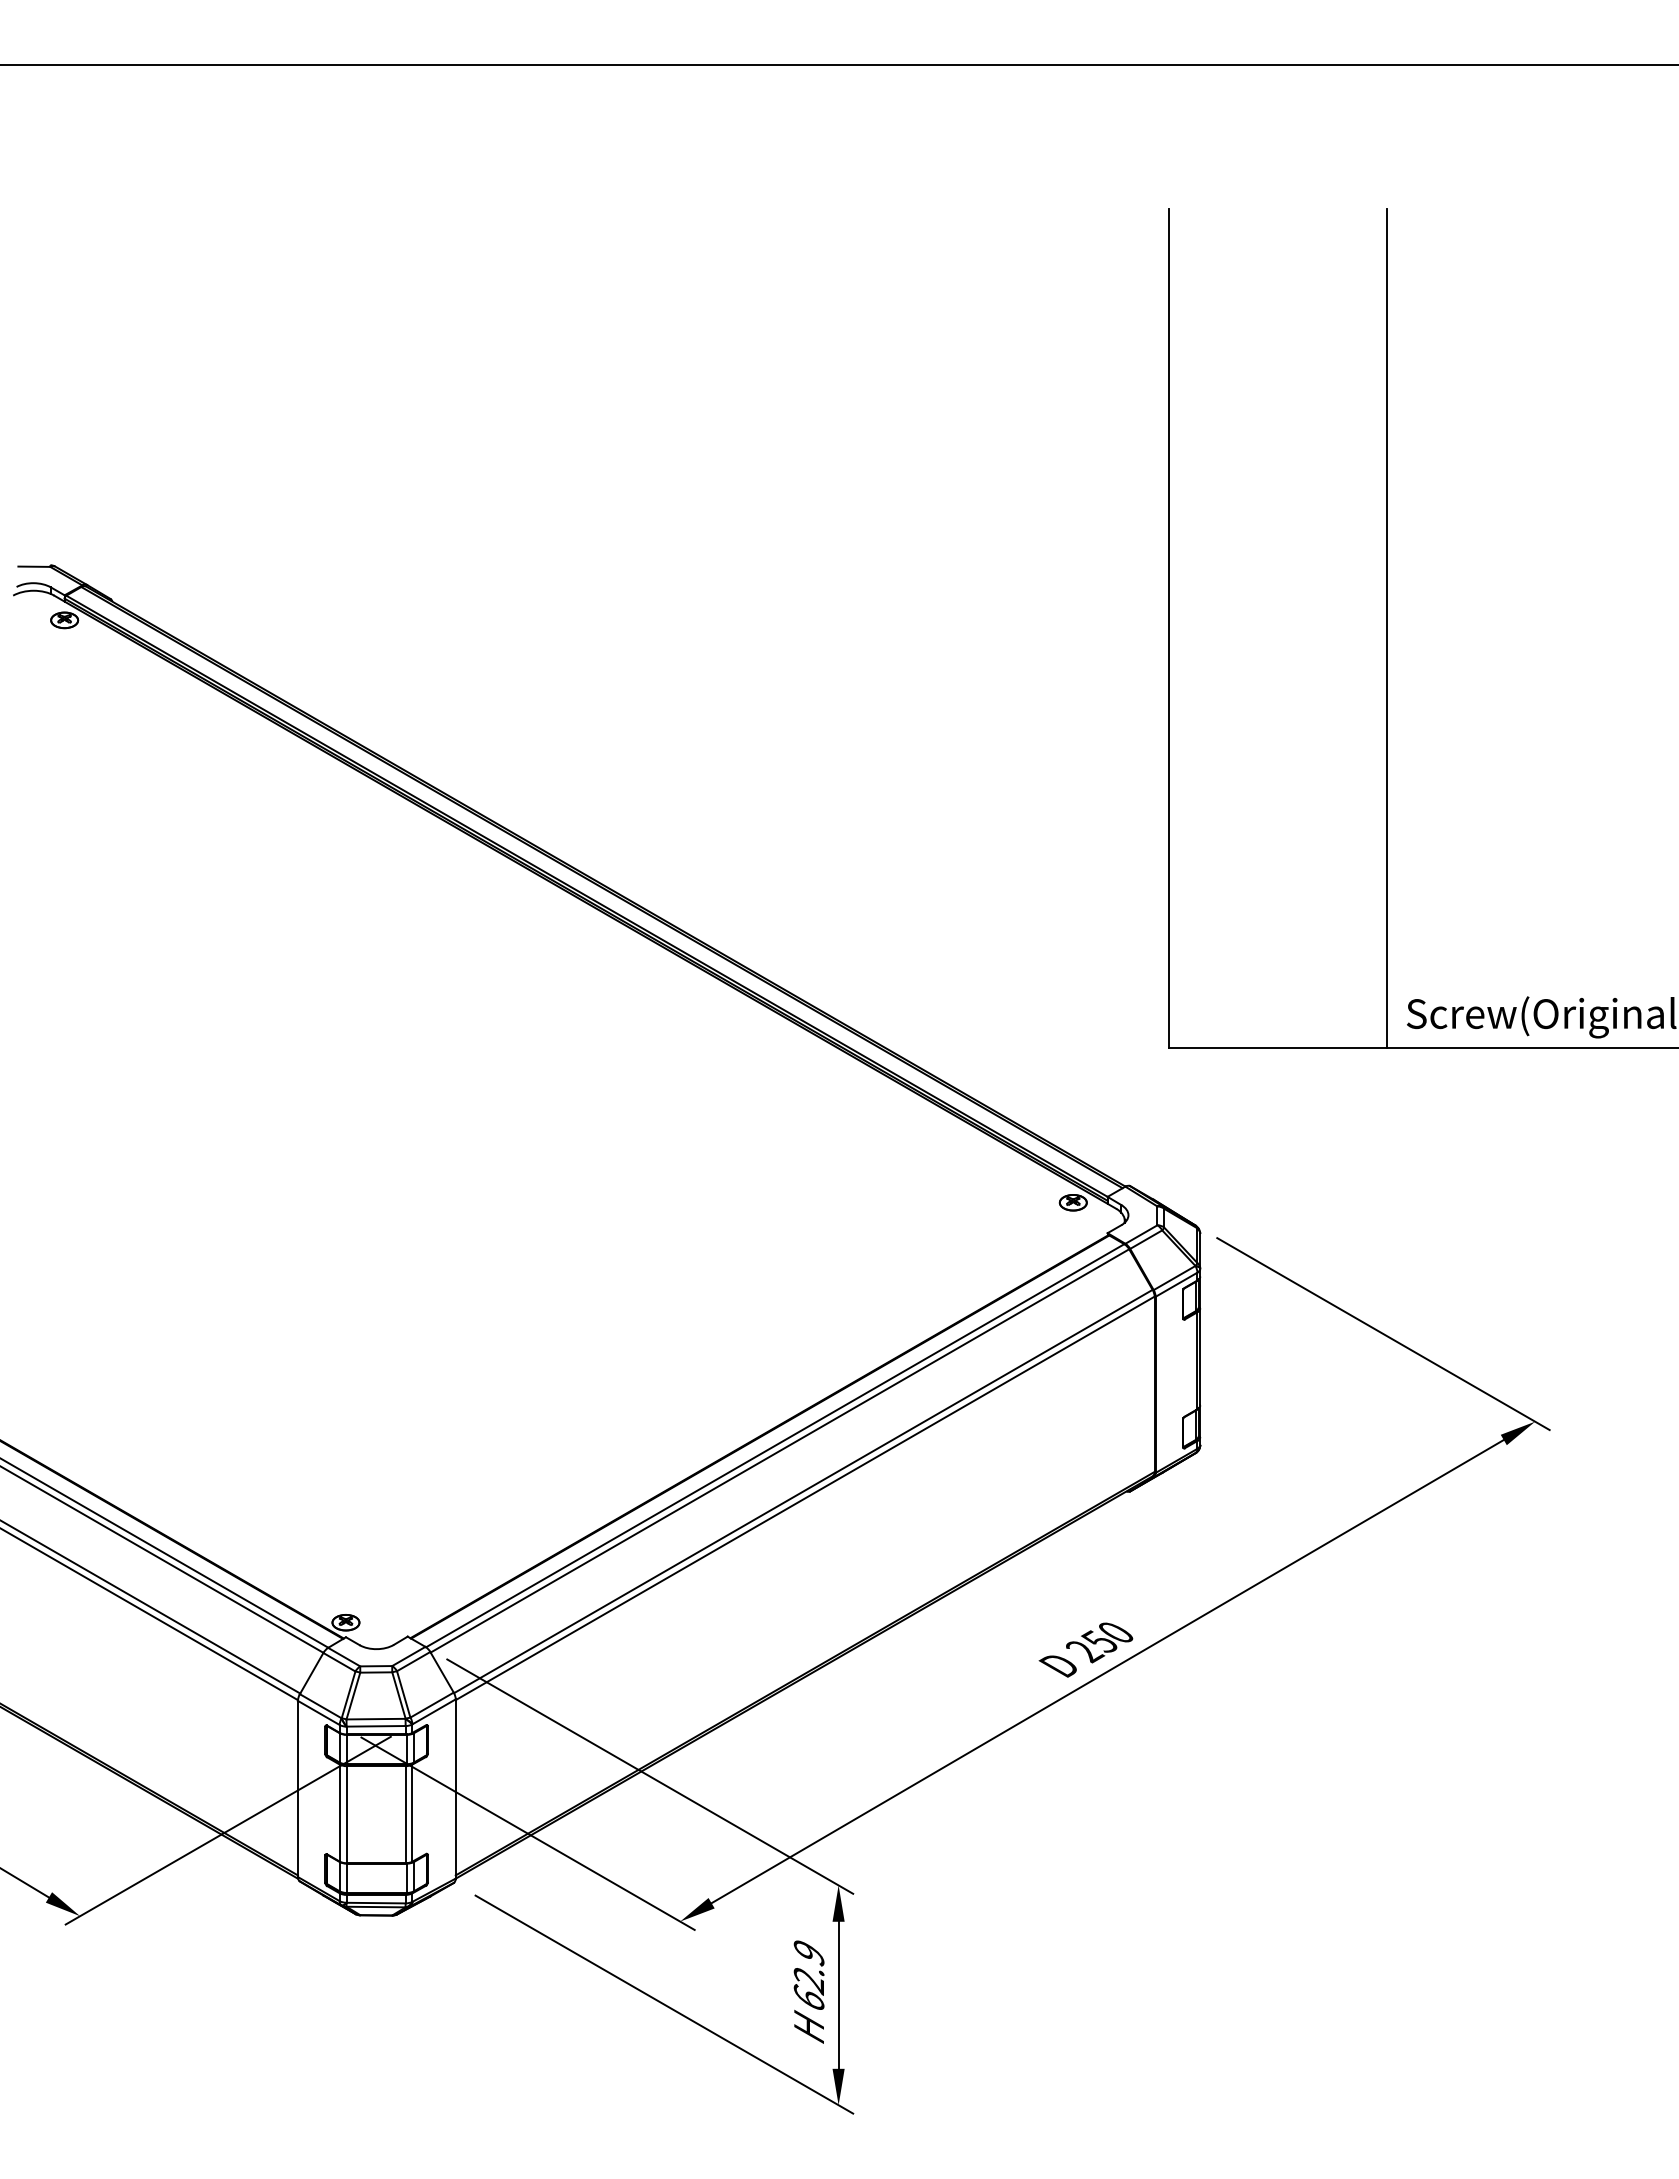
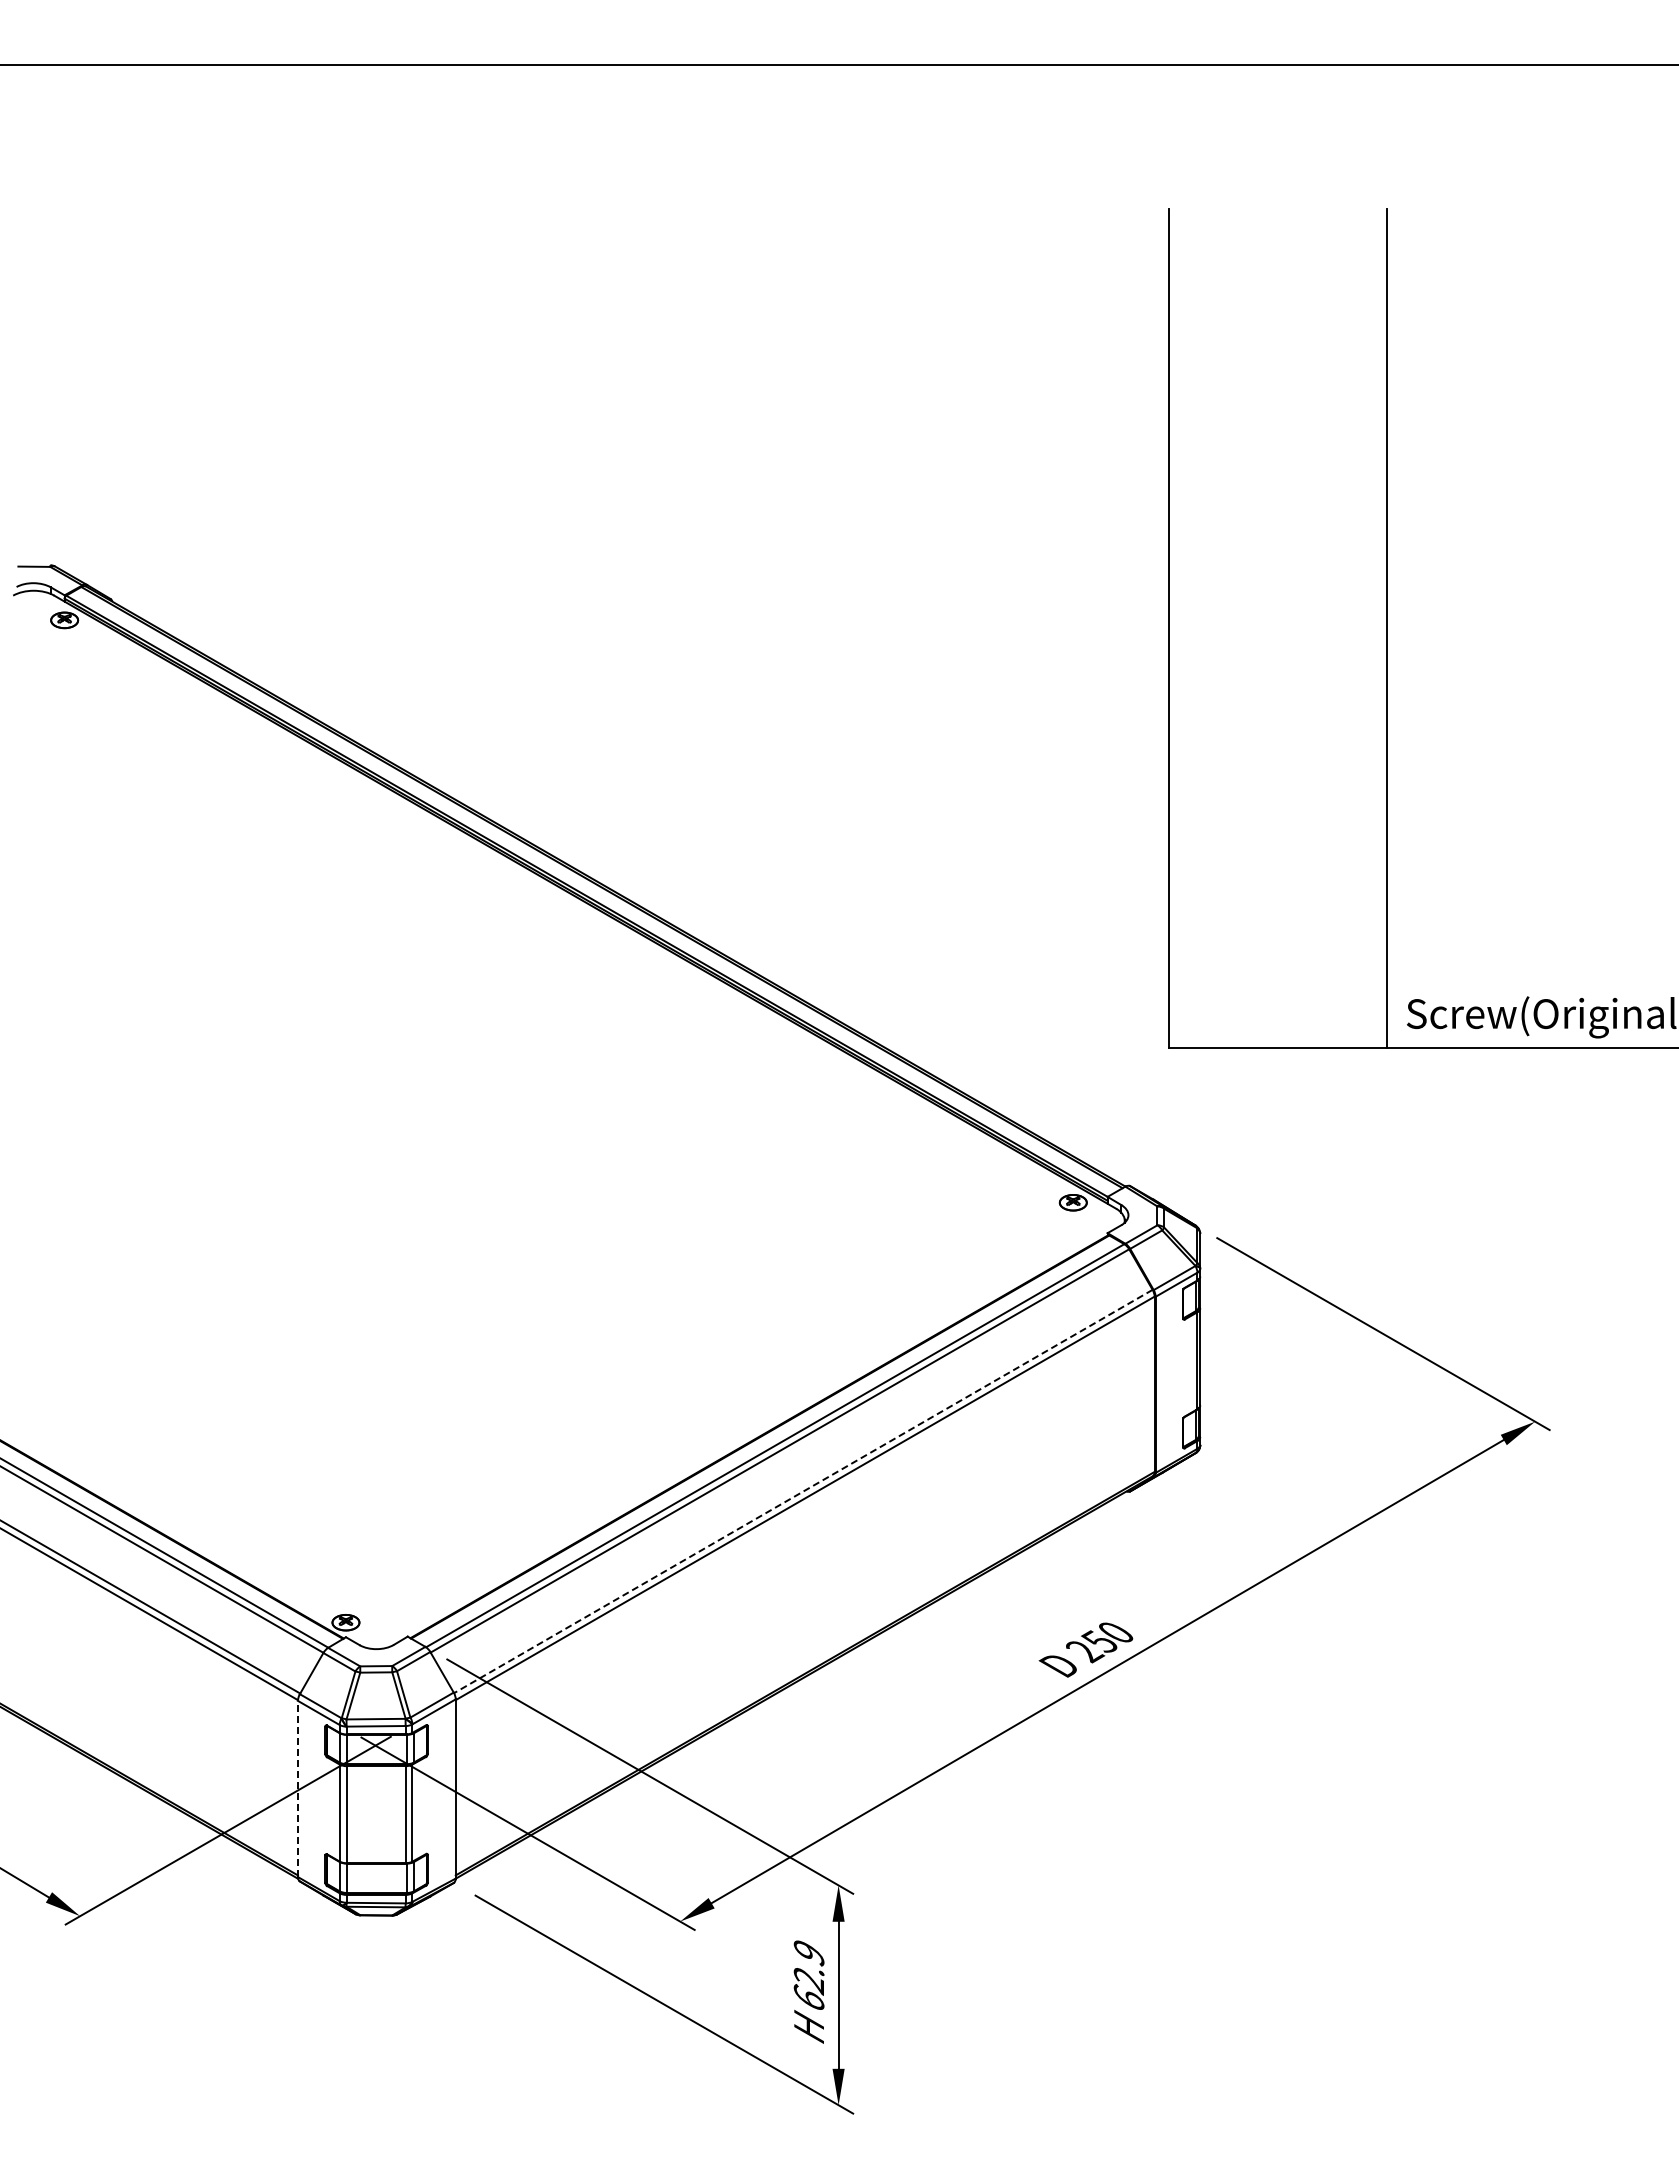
line at (802, 1491): solid -> dashed
line at (297, 1788): solid -> dashed
